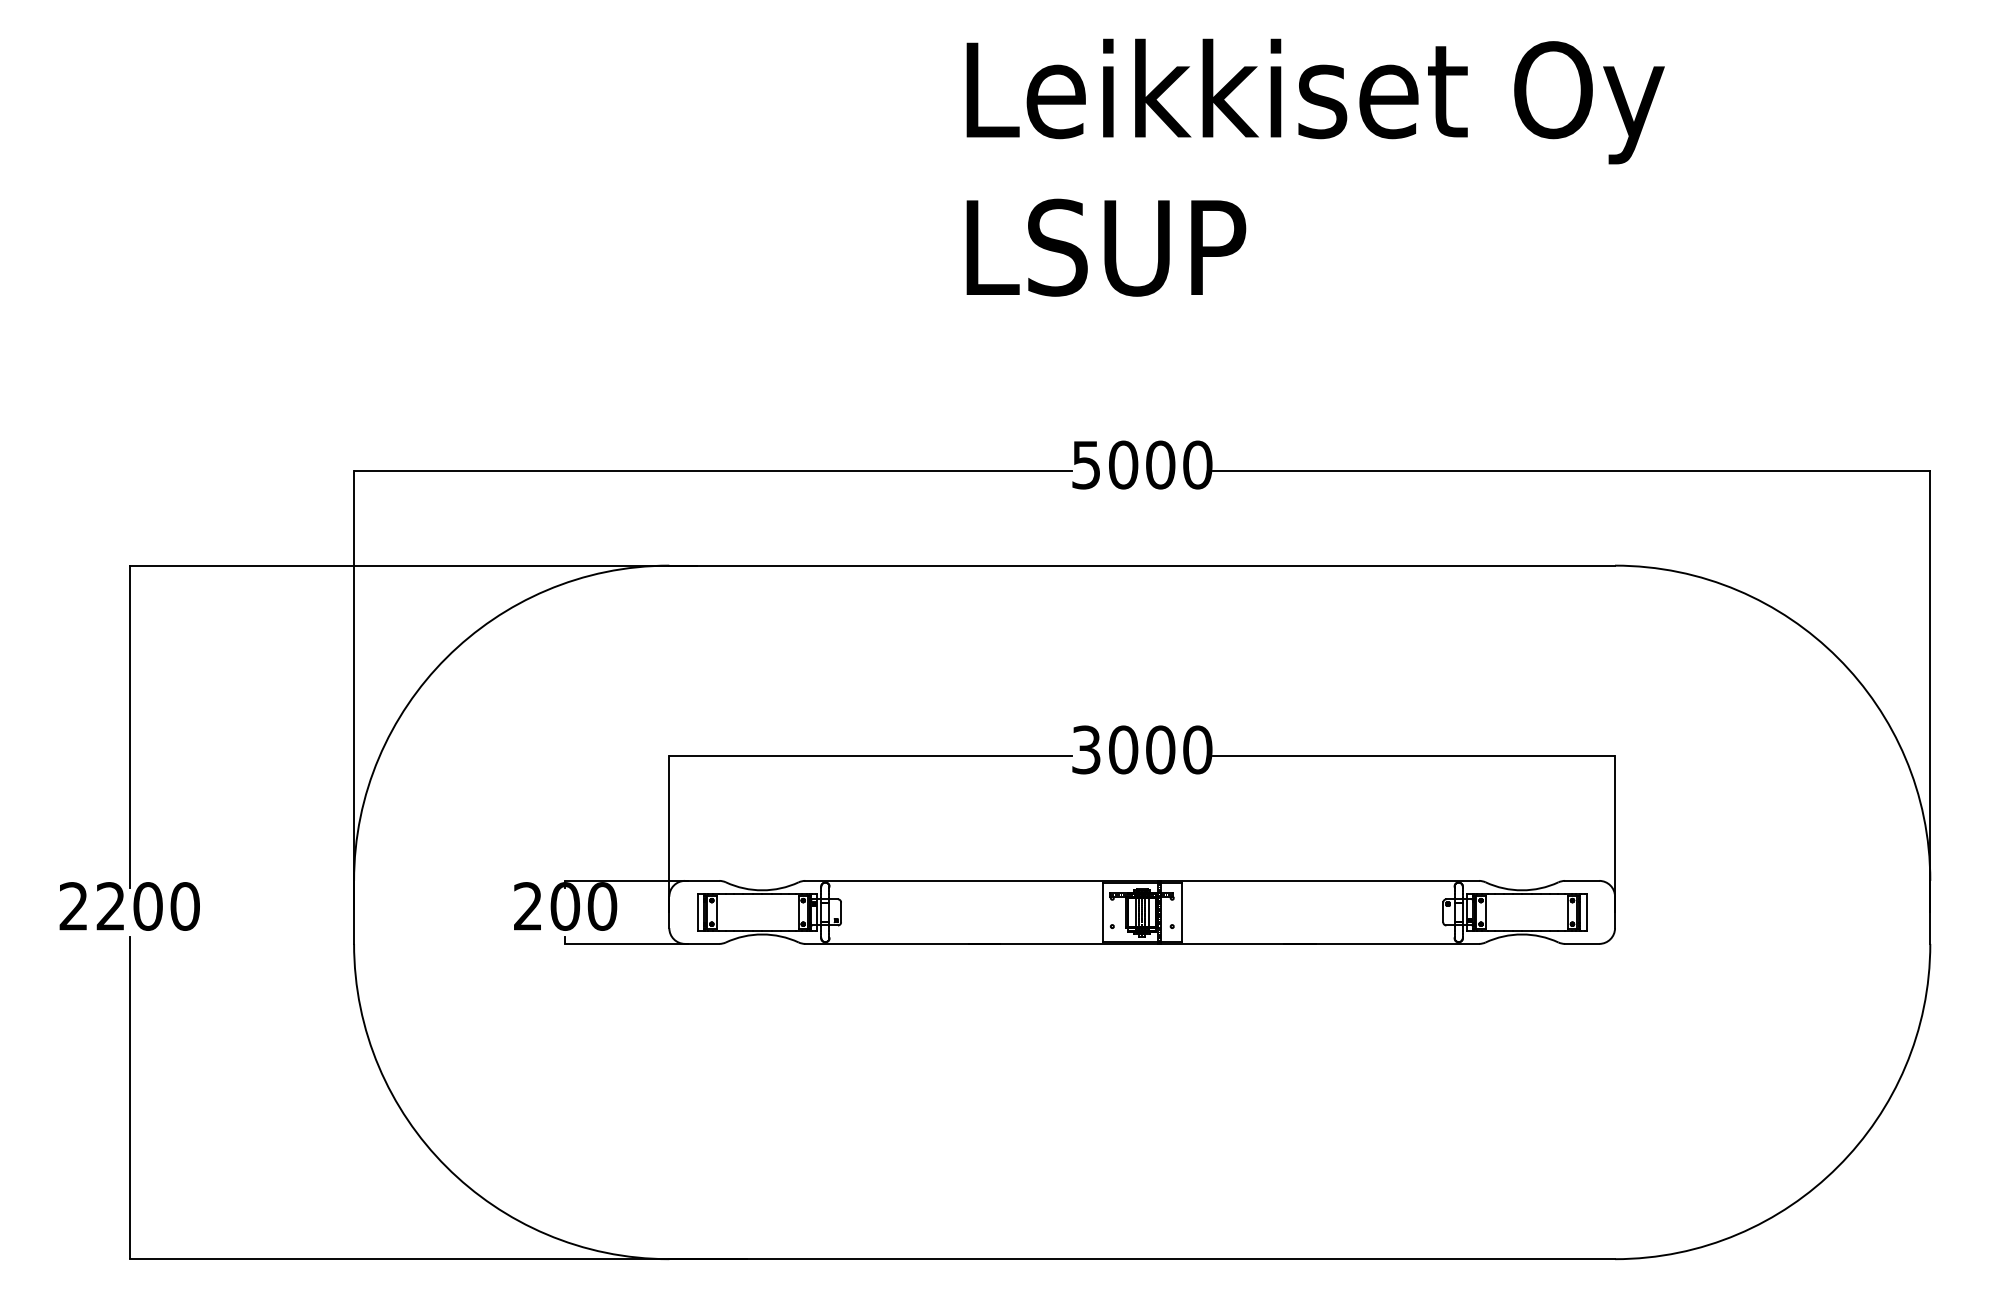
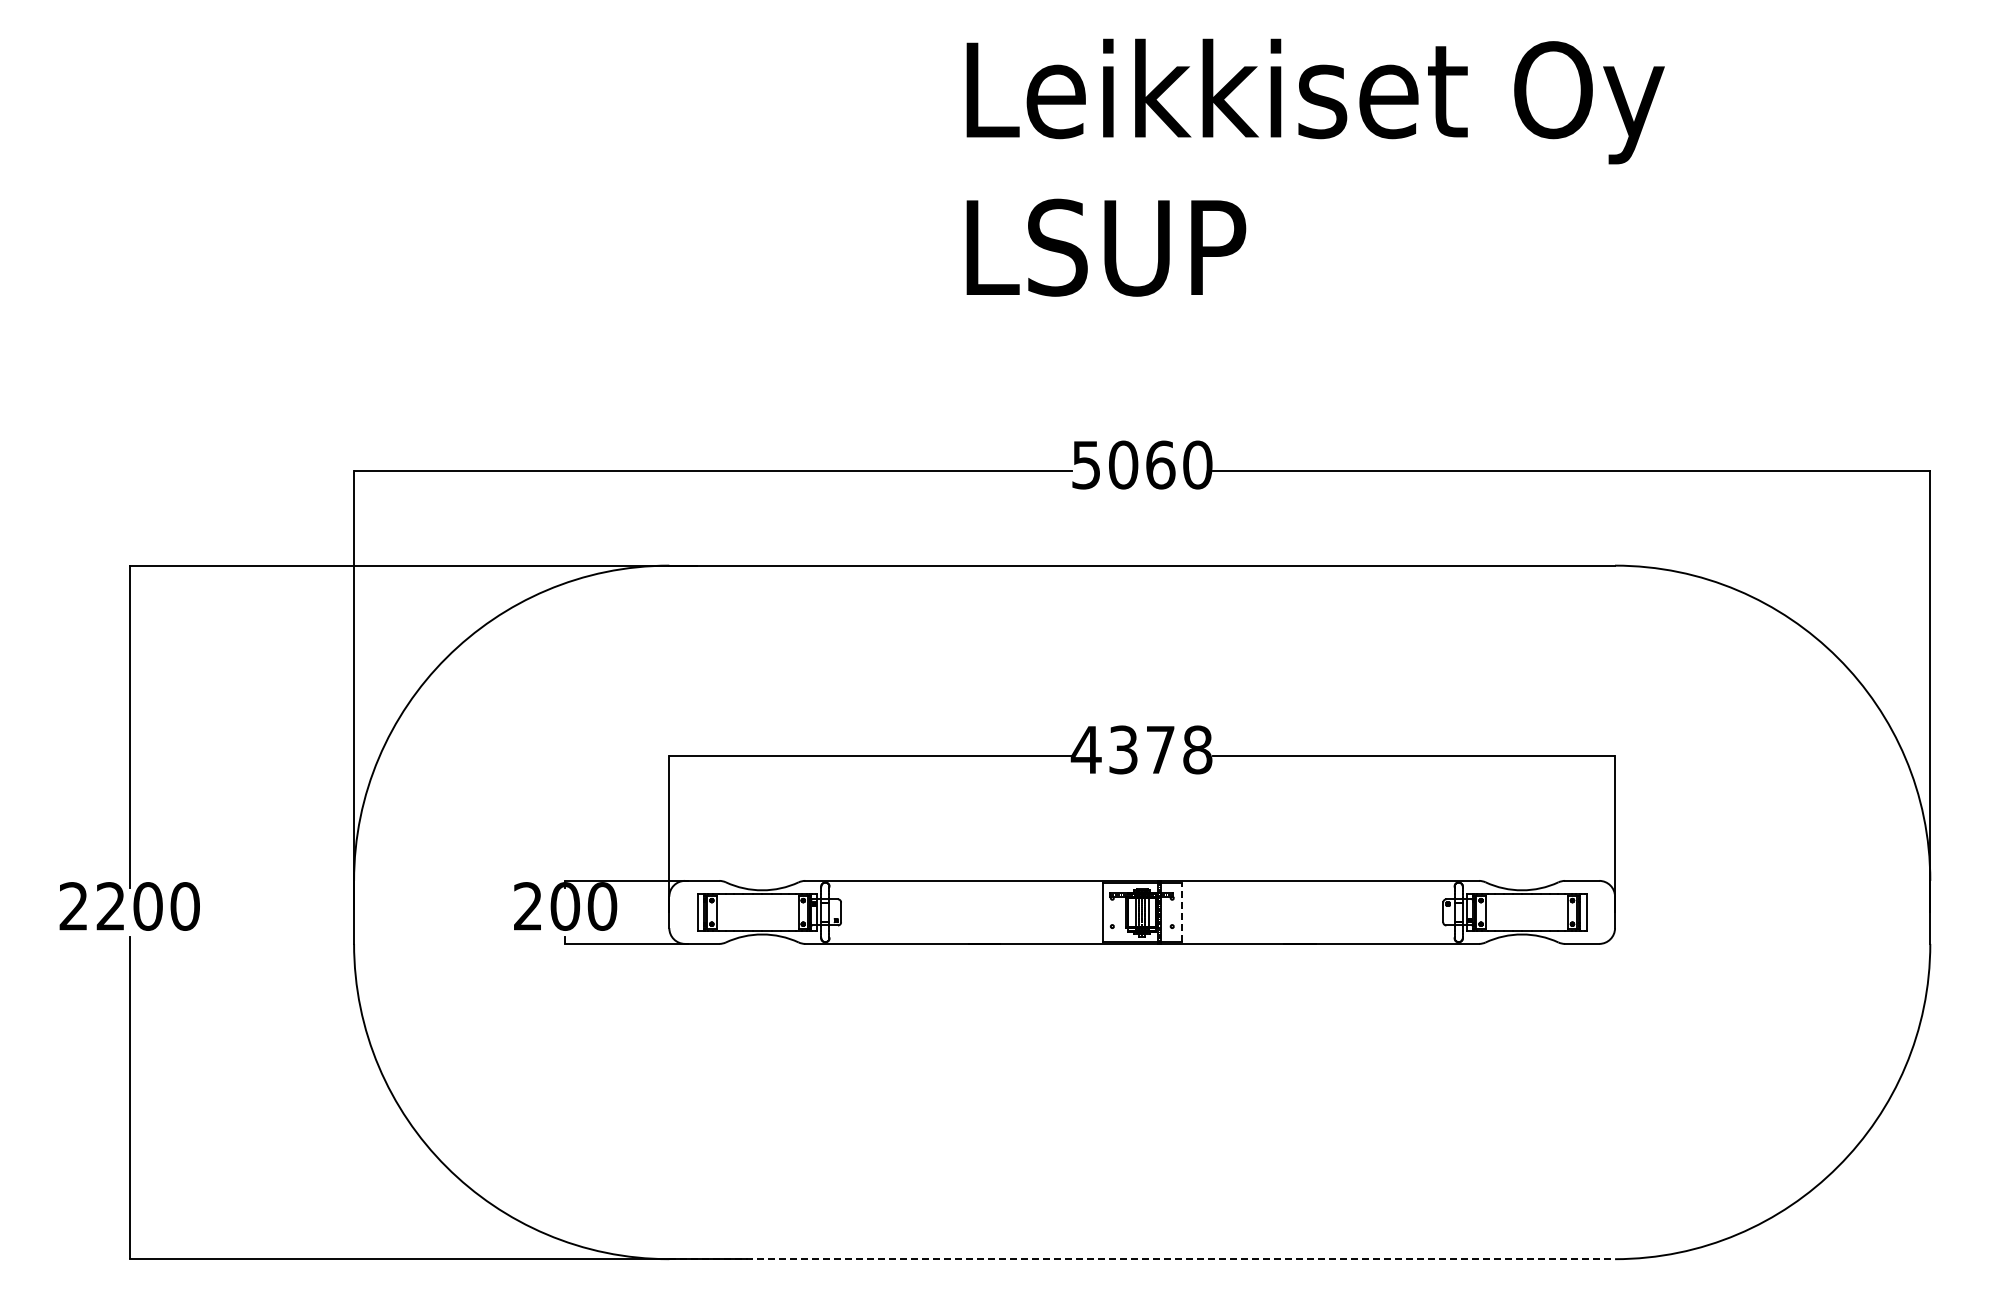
text at (1160, 464): 5000 -> 5060
text at (1141, 749): 3000 -> 4378
line at (1181, 911): solid -> dashed
line at (1142, 1259): solid -> dashed
